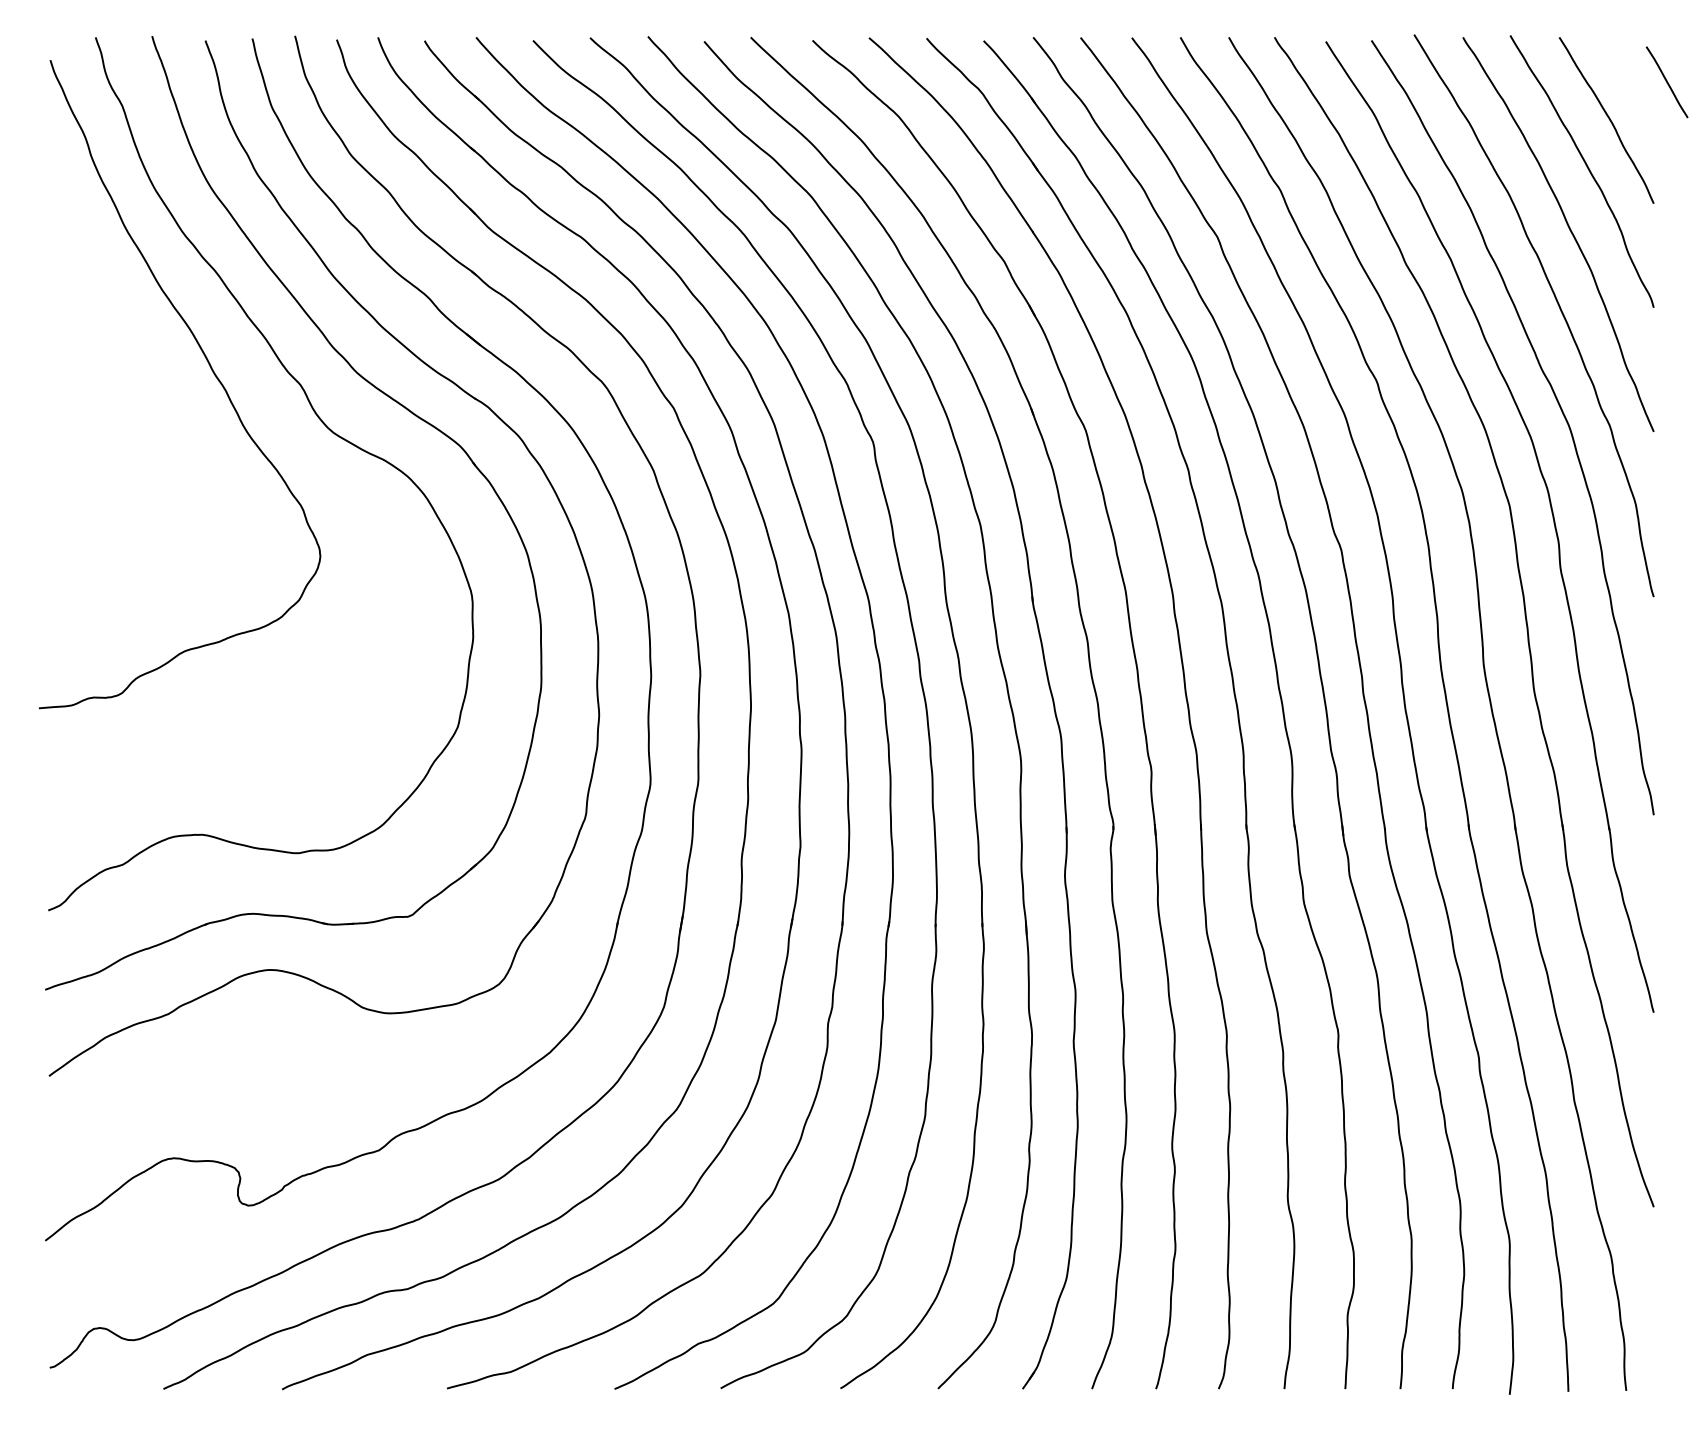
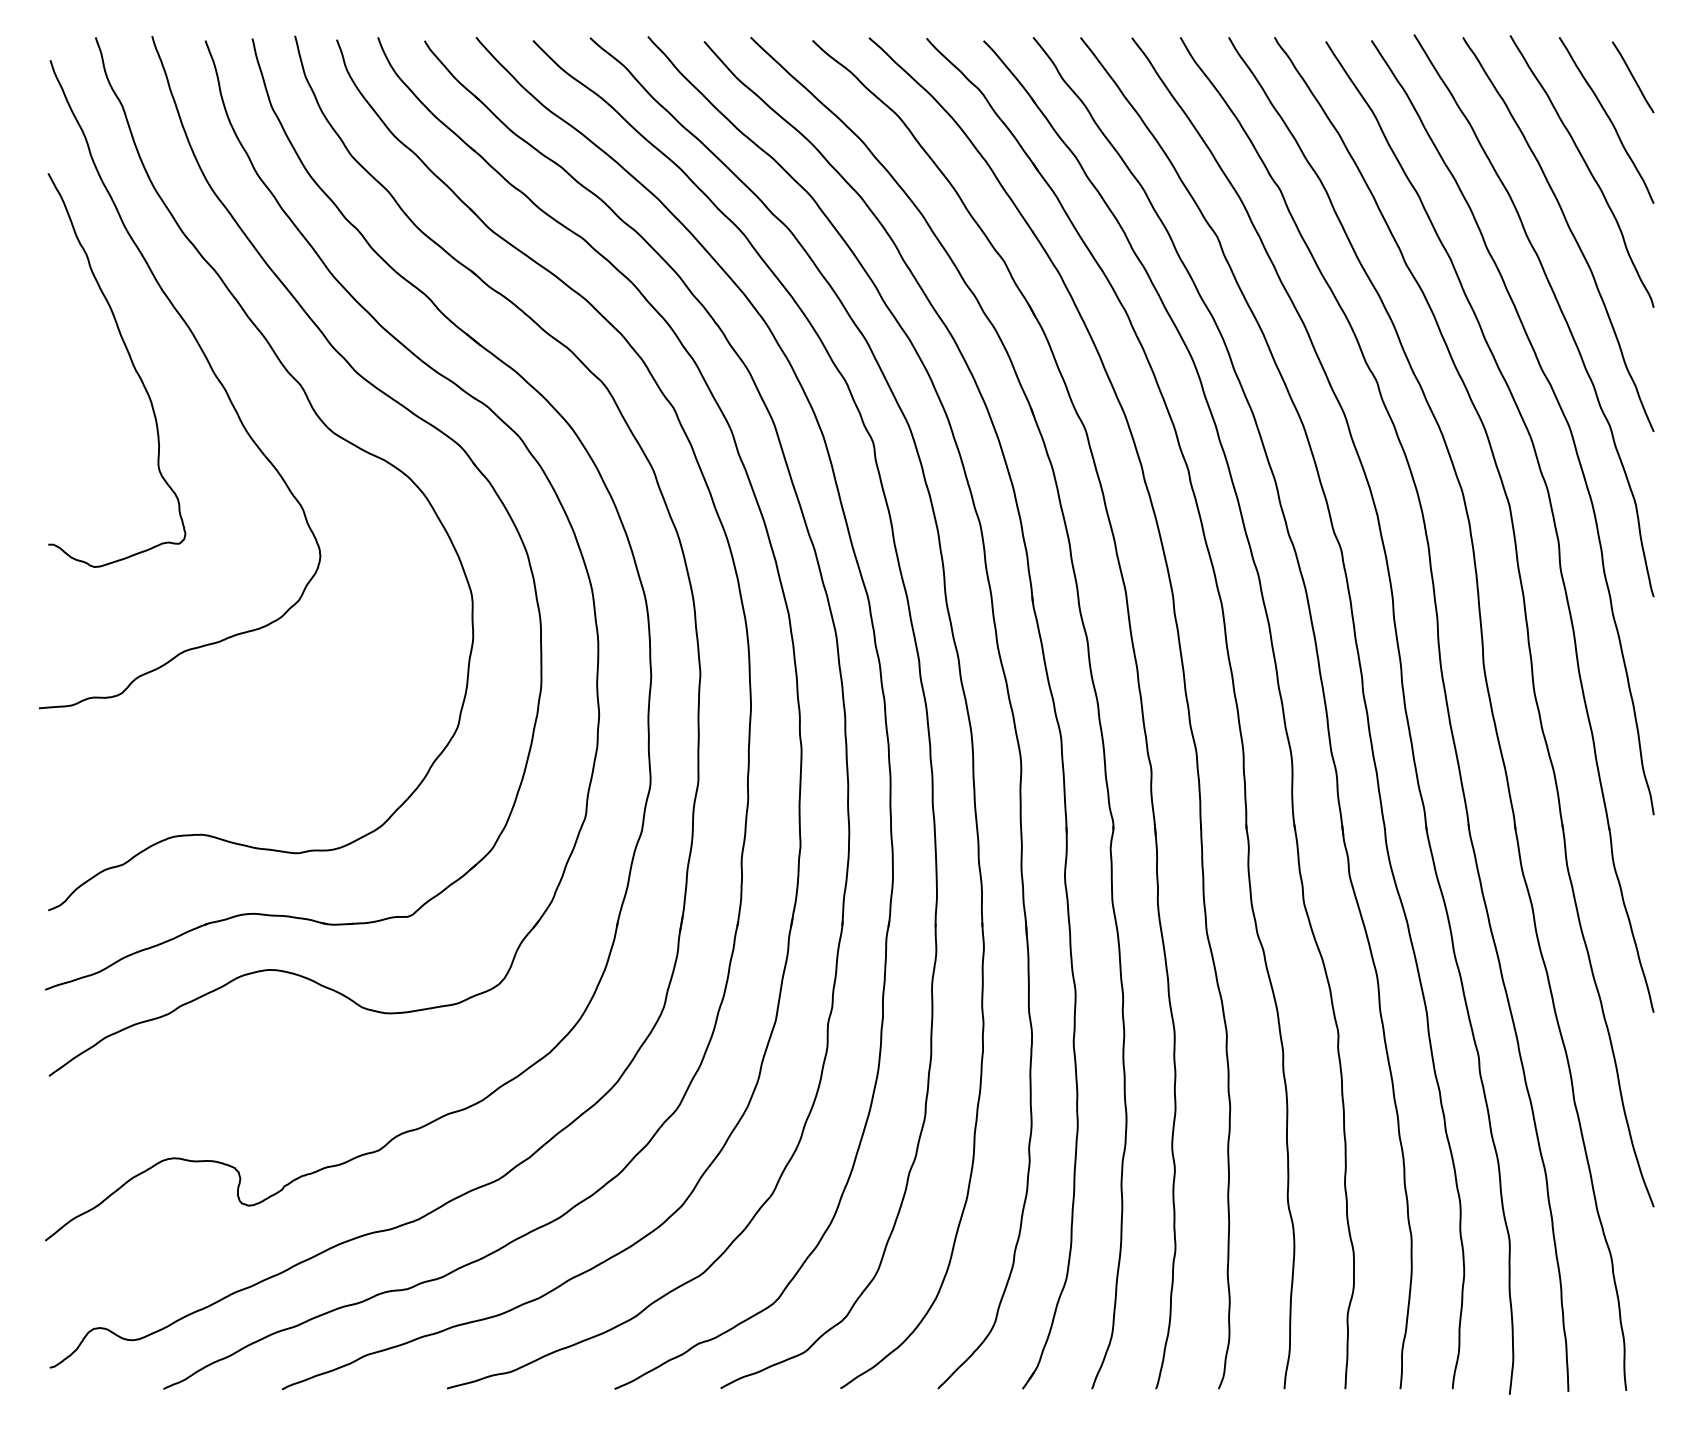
line at (1666, 82) position: (1666, 82) -> (1632, 77)
curve at (131, 363): none -> present
